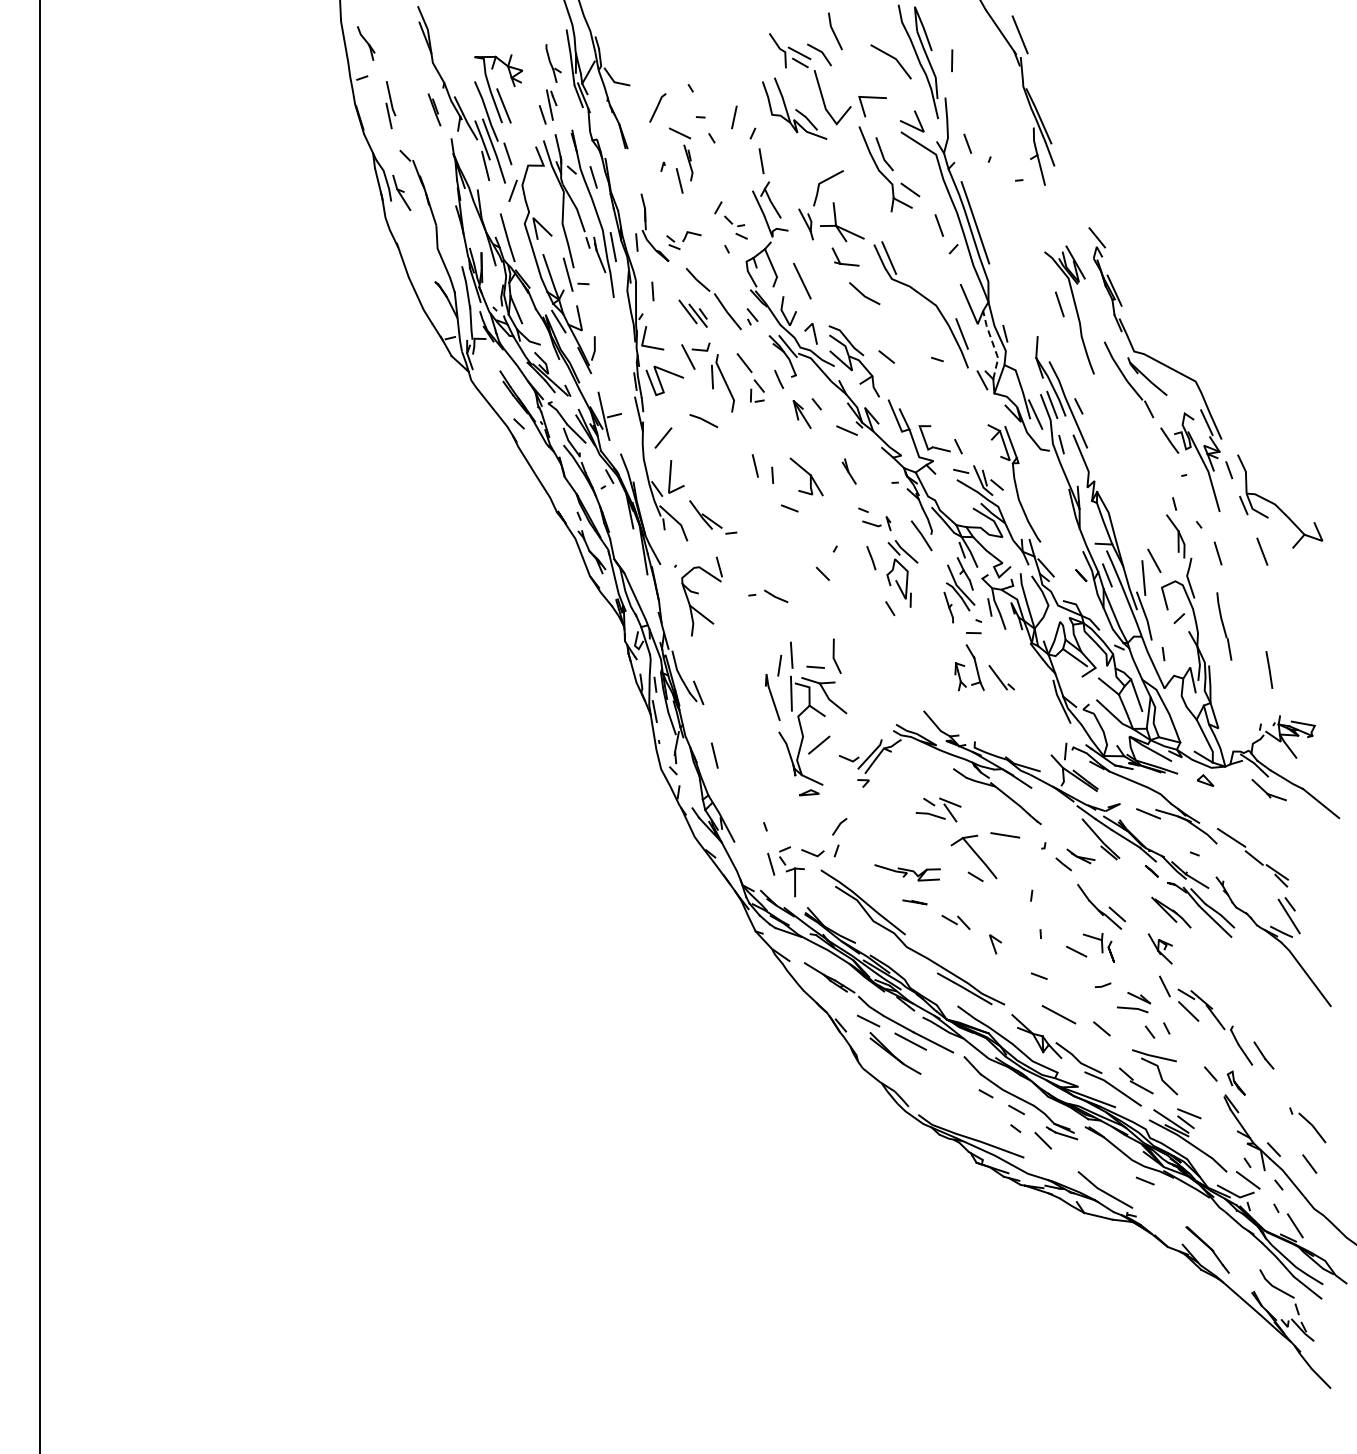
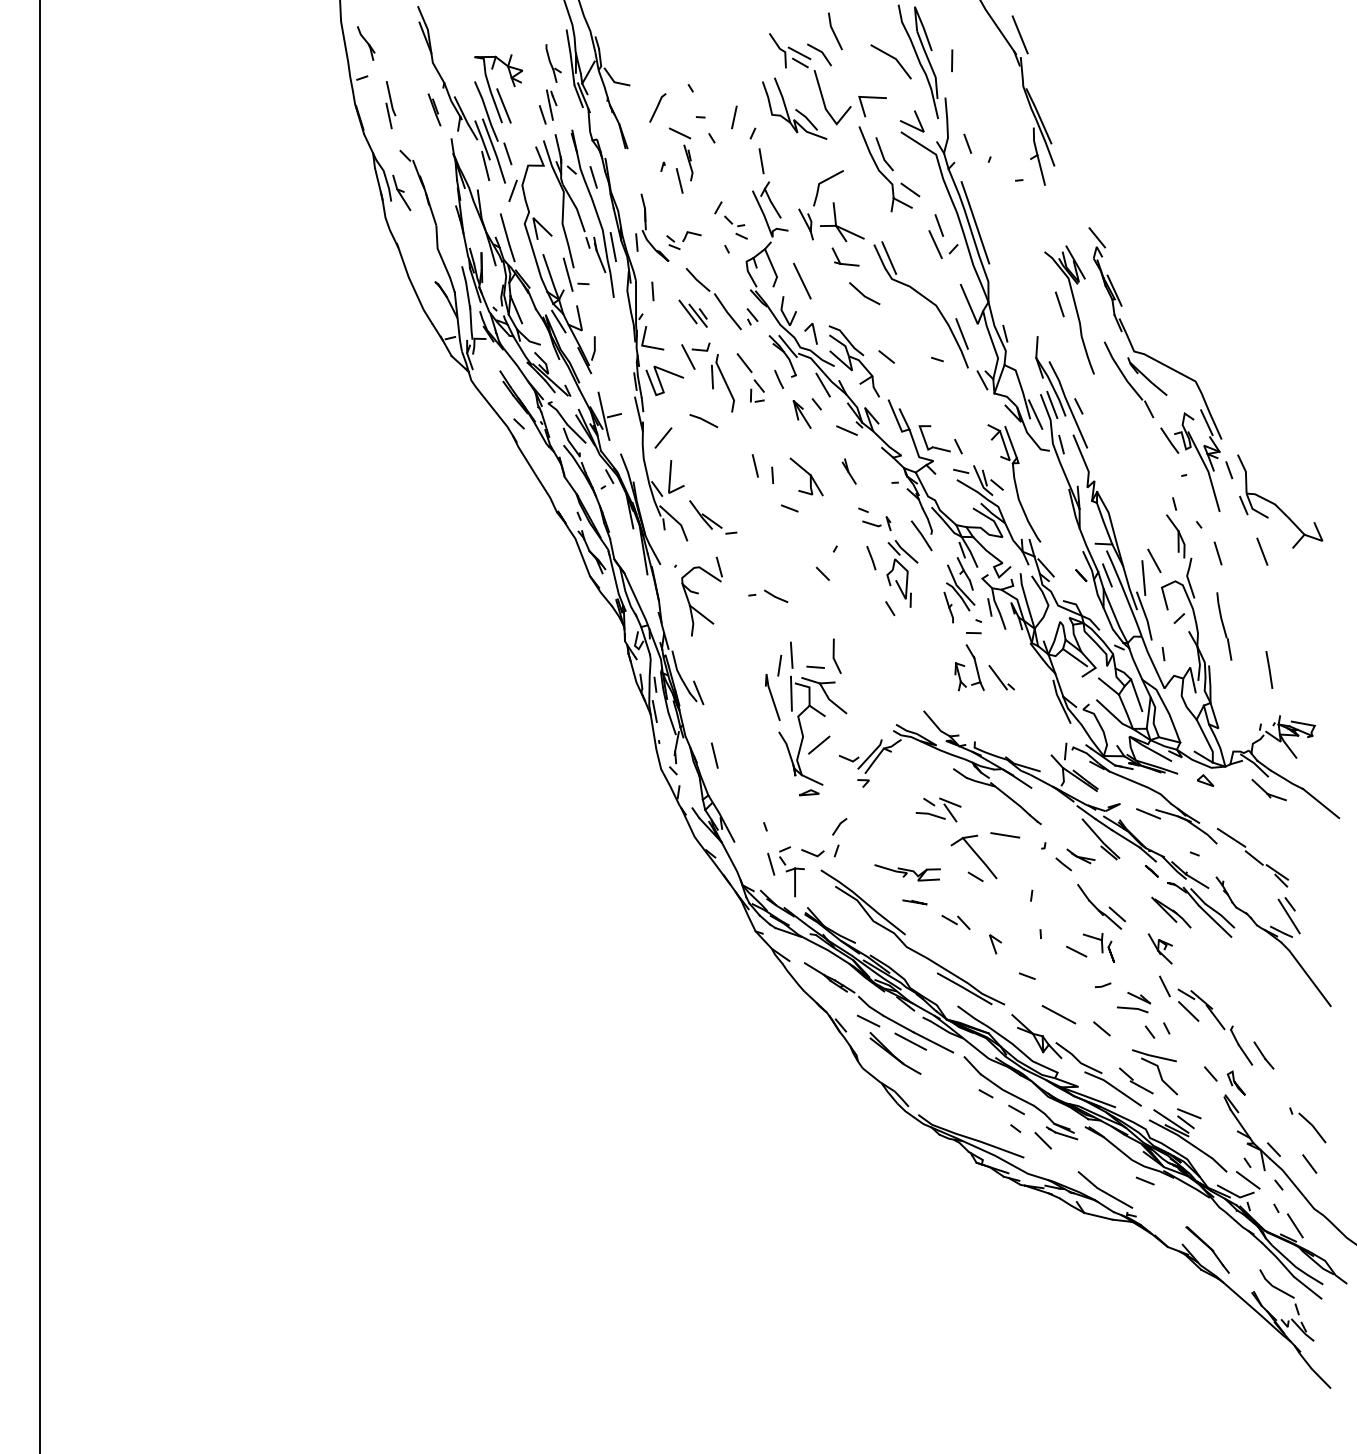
line at (935, 244): none -> present
line at (993, 344): dashed -> solid
line at (822, 384): none -> present
line at (1038, 975) position: (1038, 975) -> (1026, 975)
